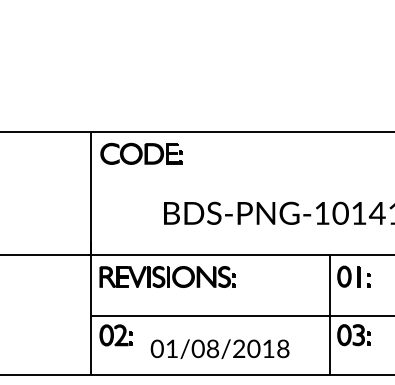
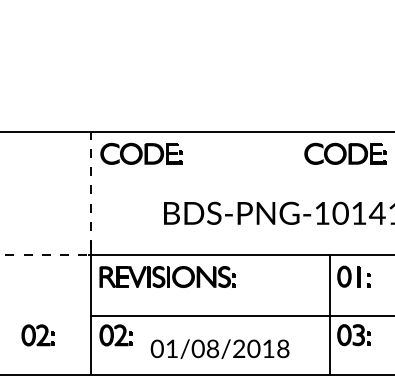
part at (345, 153): none -> present
line at (90, 238): solid -> dashed
part at (37, 335): none -> present
